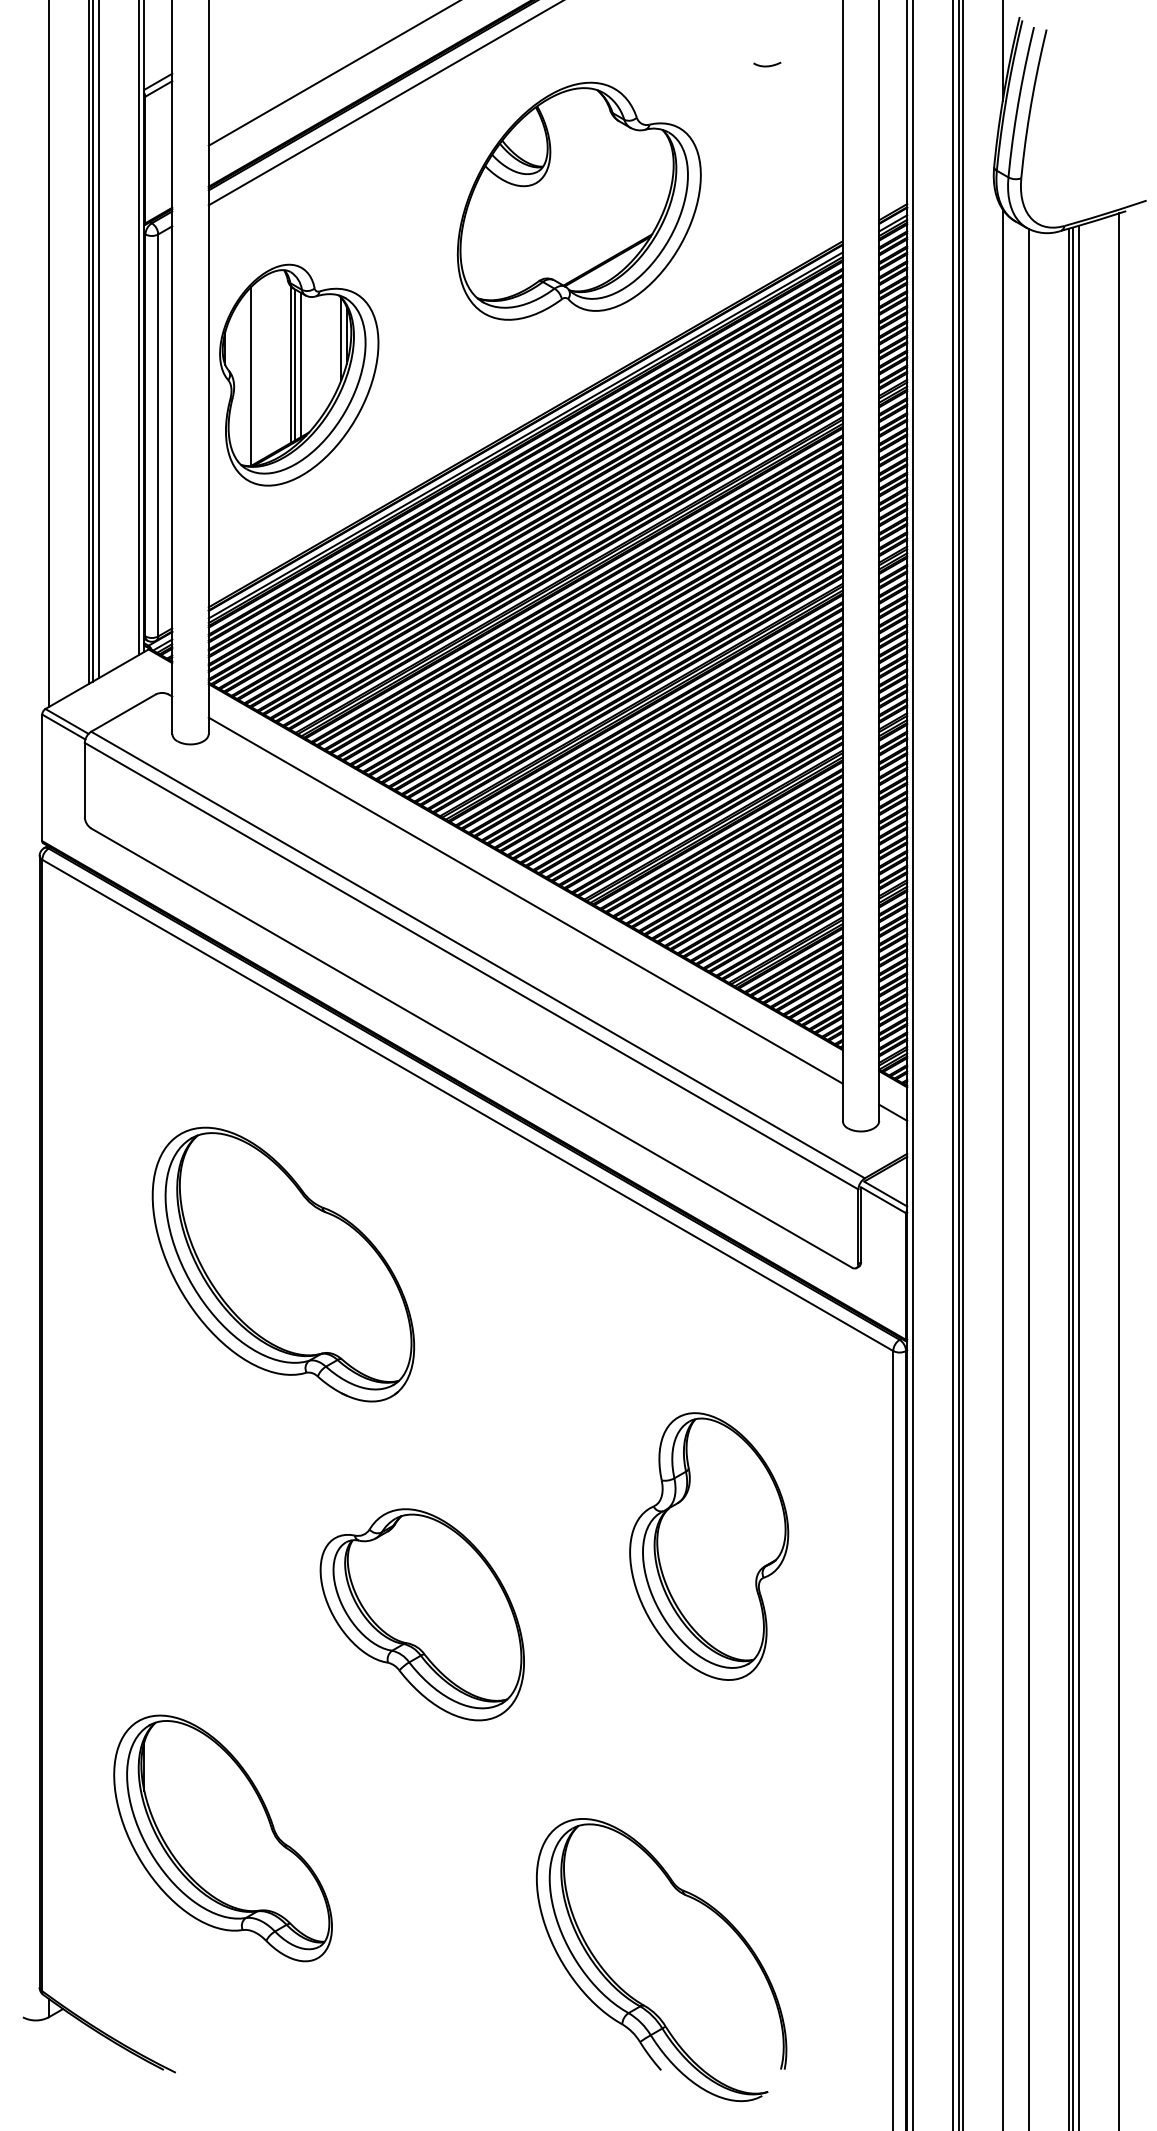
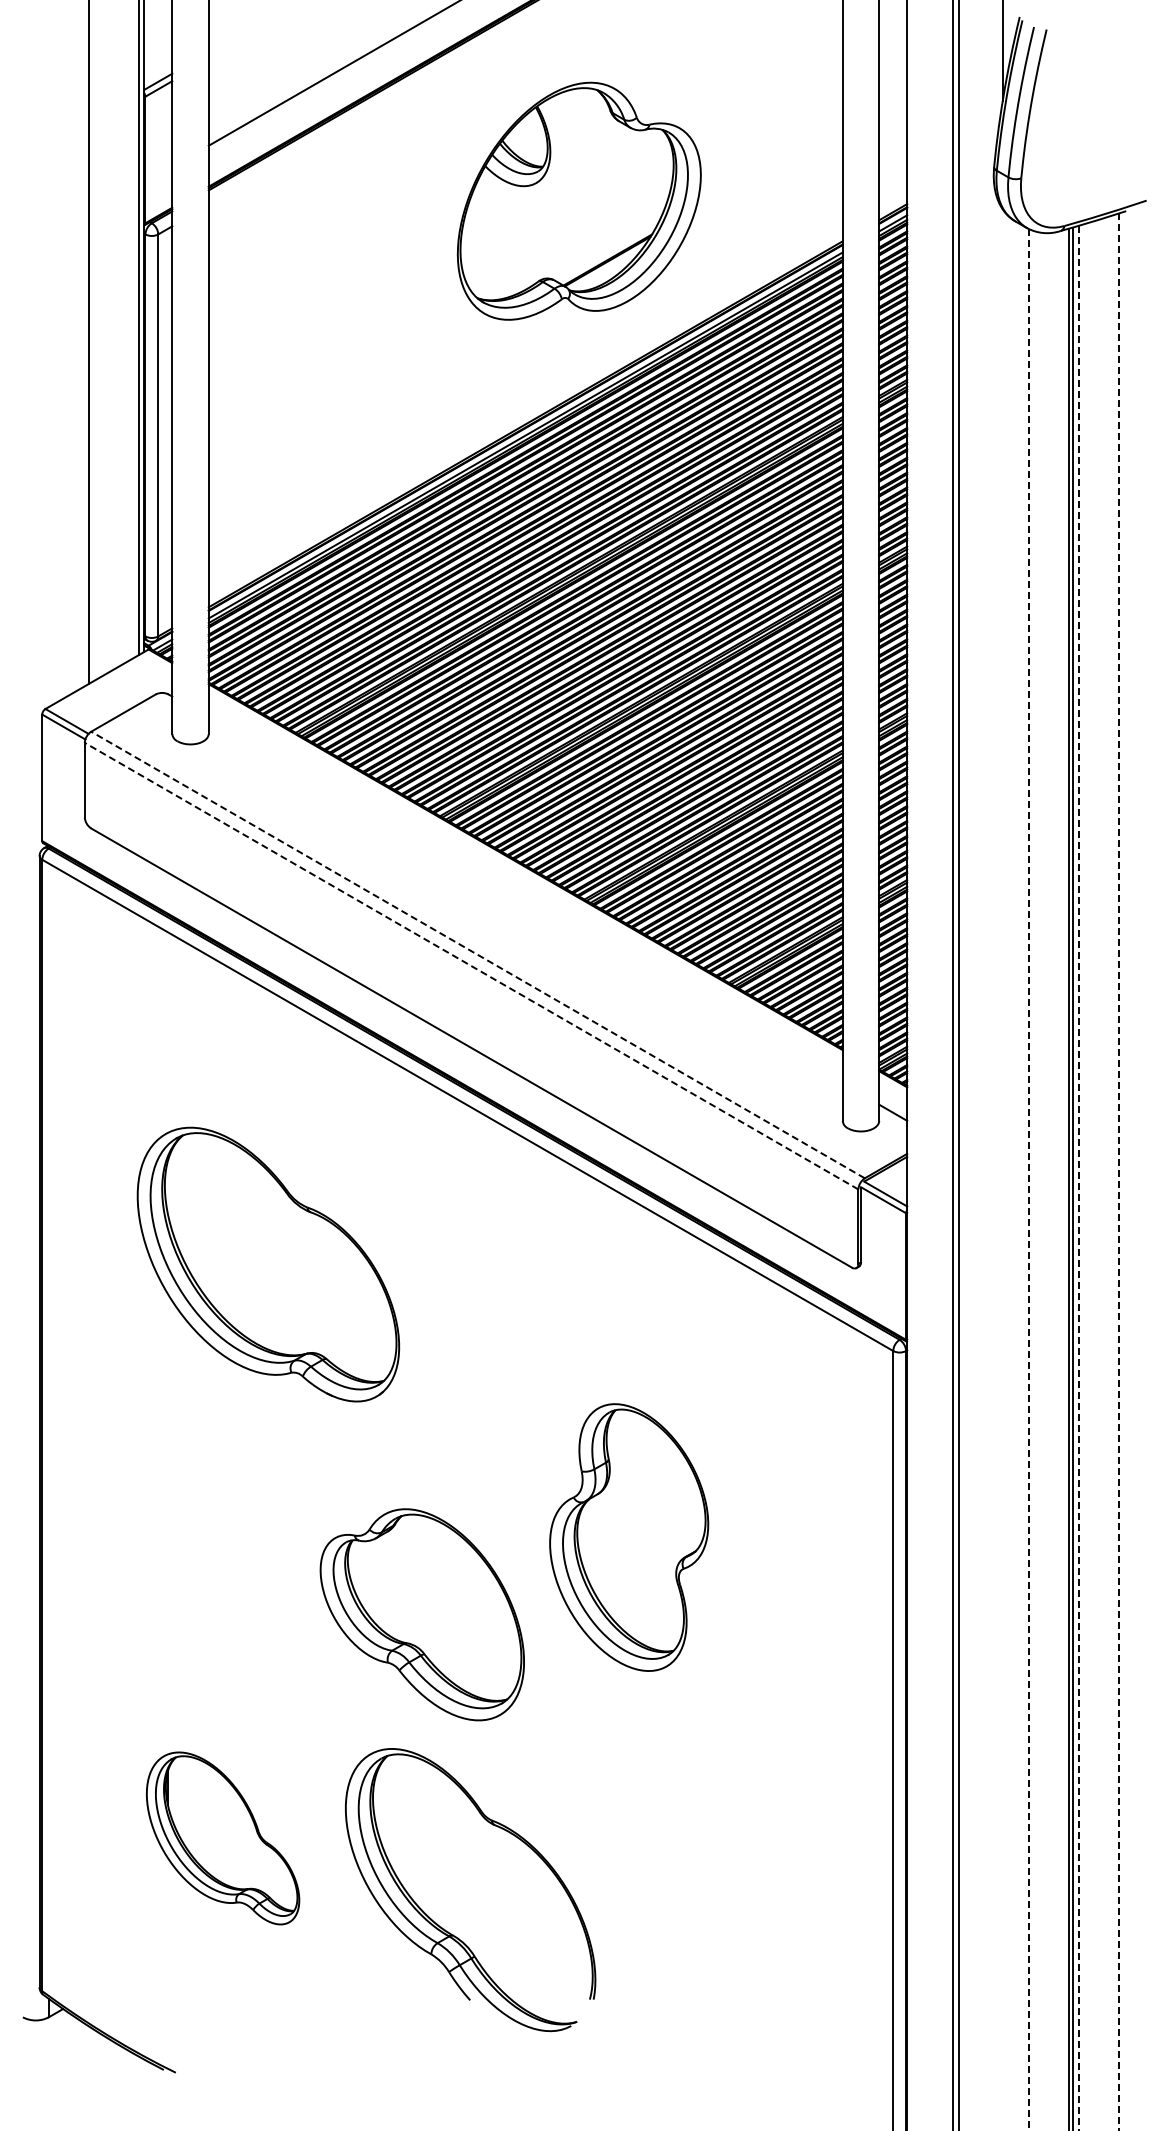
curve at (767, 65): present -> none
line at (384, 103): present -> none
line at (99, 340): present -> none
line at (93, 341): present -> none
line at (48, 354): present -> none
part at (299, 374): present -> none
line at (525, 900): present -> none
line at (478, 955): solid -> dashed
line at (471, 966): solid -> dashed
line at (912, 1064): present -> none
line at (962, 1064): present -> none
line at (1002, 1168): present -> none
line at (1118, 1172): solid -> dashed
line at (1078, 1178): solid -> dashed
line at (1028, 1179): solid -> dashed
part at (283, 1264) position: (283, 1264) -> (268, 1264)
part at (709, 1546) position: (709, 1546) -> (629, 1537)
part at (222, 1838) size: 220x249 px -> 156x175 px
part at (632, 1996) position: (632, 1996) -> (441, 1926)
